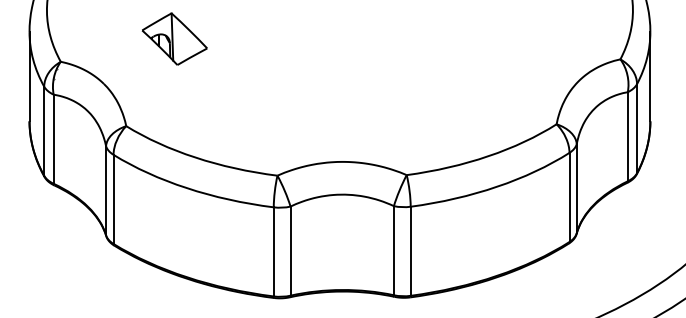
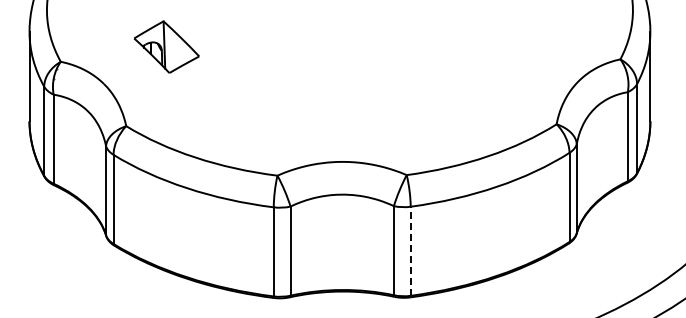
part at (174, 38) position: (174, 38) -> (166, 46)
line at (410, 251): solid -> dashed
